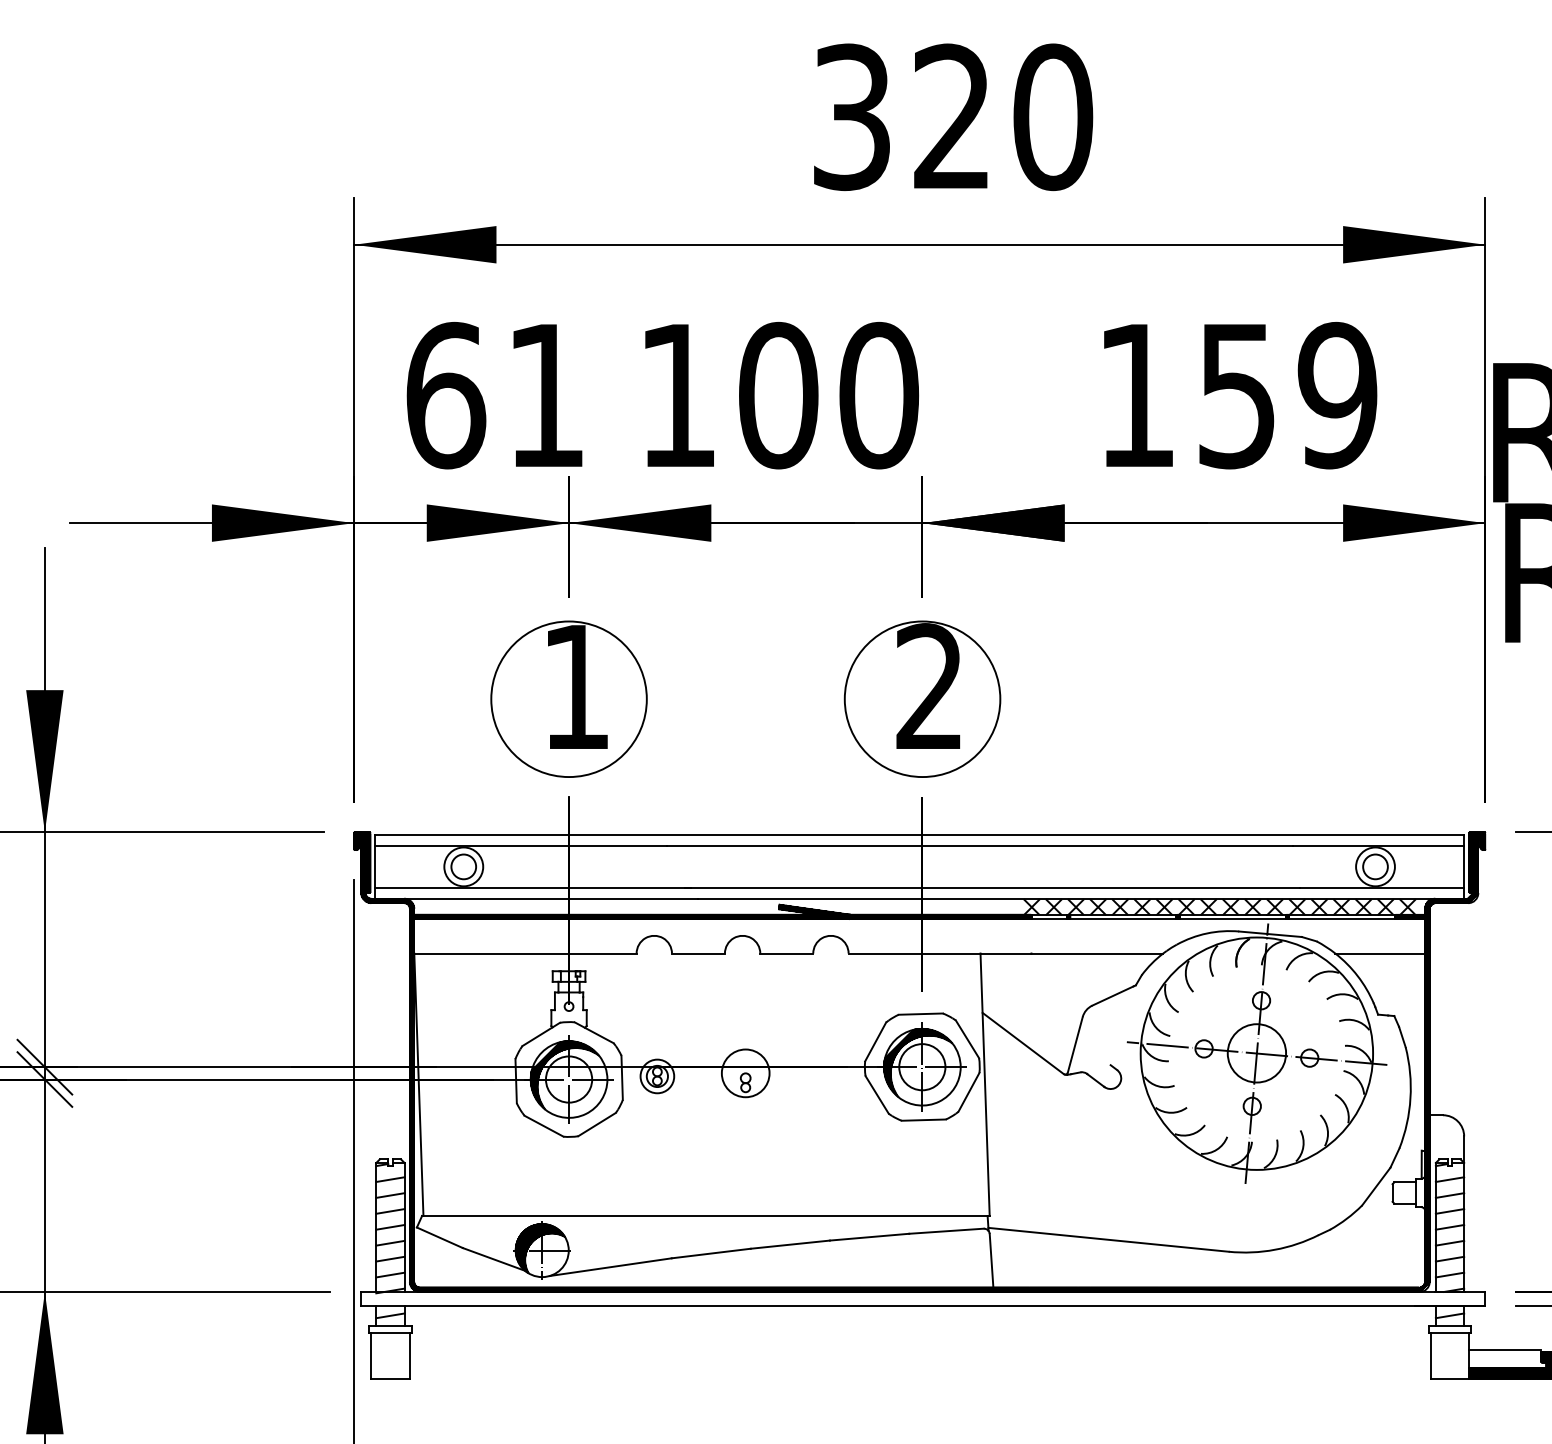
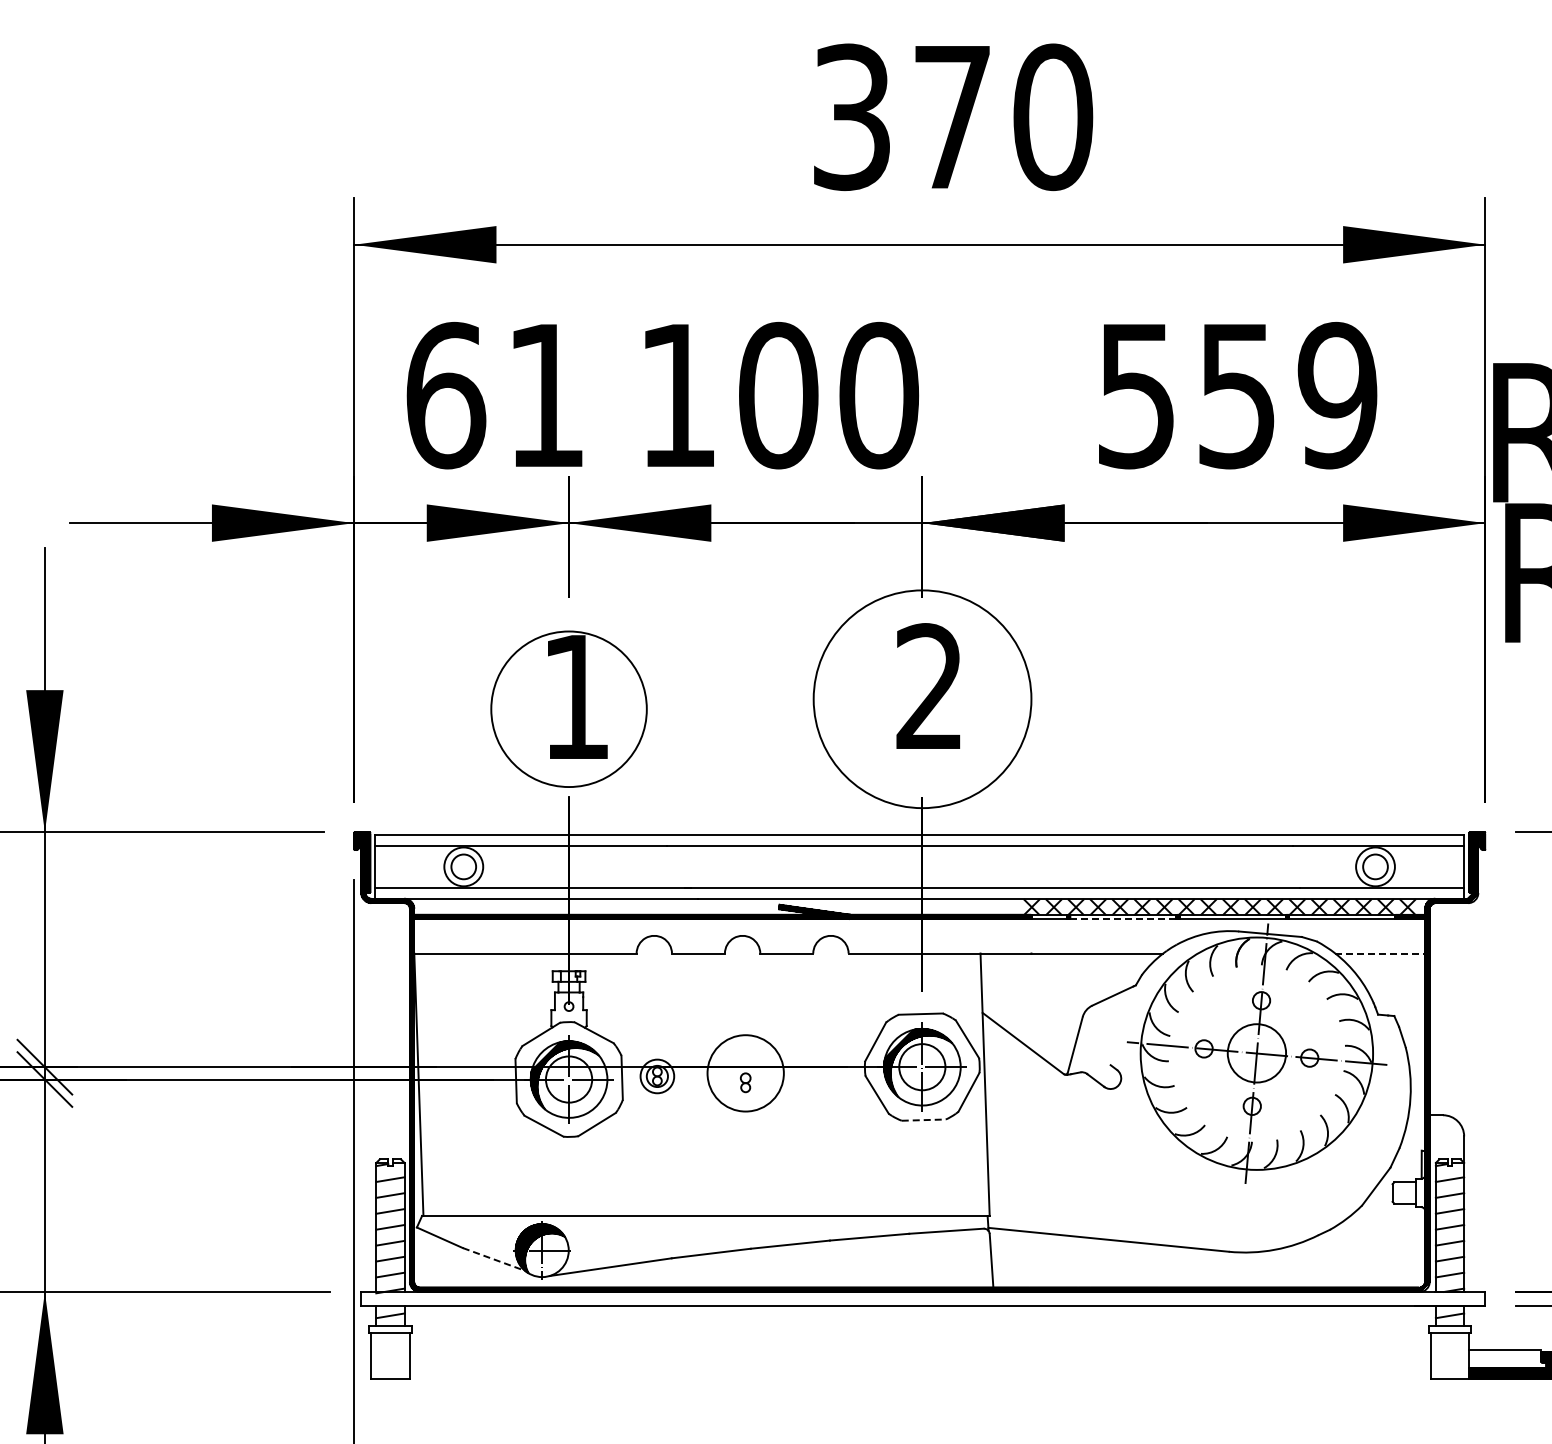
text at (951, 115): 320 -> 370
text at (1136, 396): 159 -> 559
part at (568, 698) position: (568, 698) -> (568, 708)
circle at (922, 699) diameter: 156 px -> 218 px
line at (1122, 919): solid -> dashed
line at (1380, 953): solid -> dashed
circle at (745, 1073) diameter: 48 px -> 76 px
line at (924, 1120): solid -> dashed
line at (494, 1259): solid -> dashed
